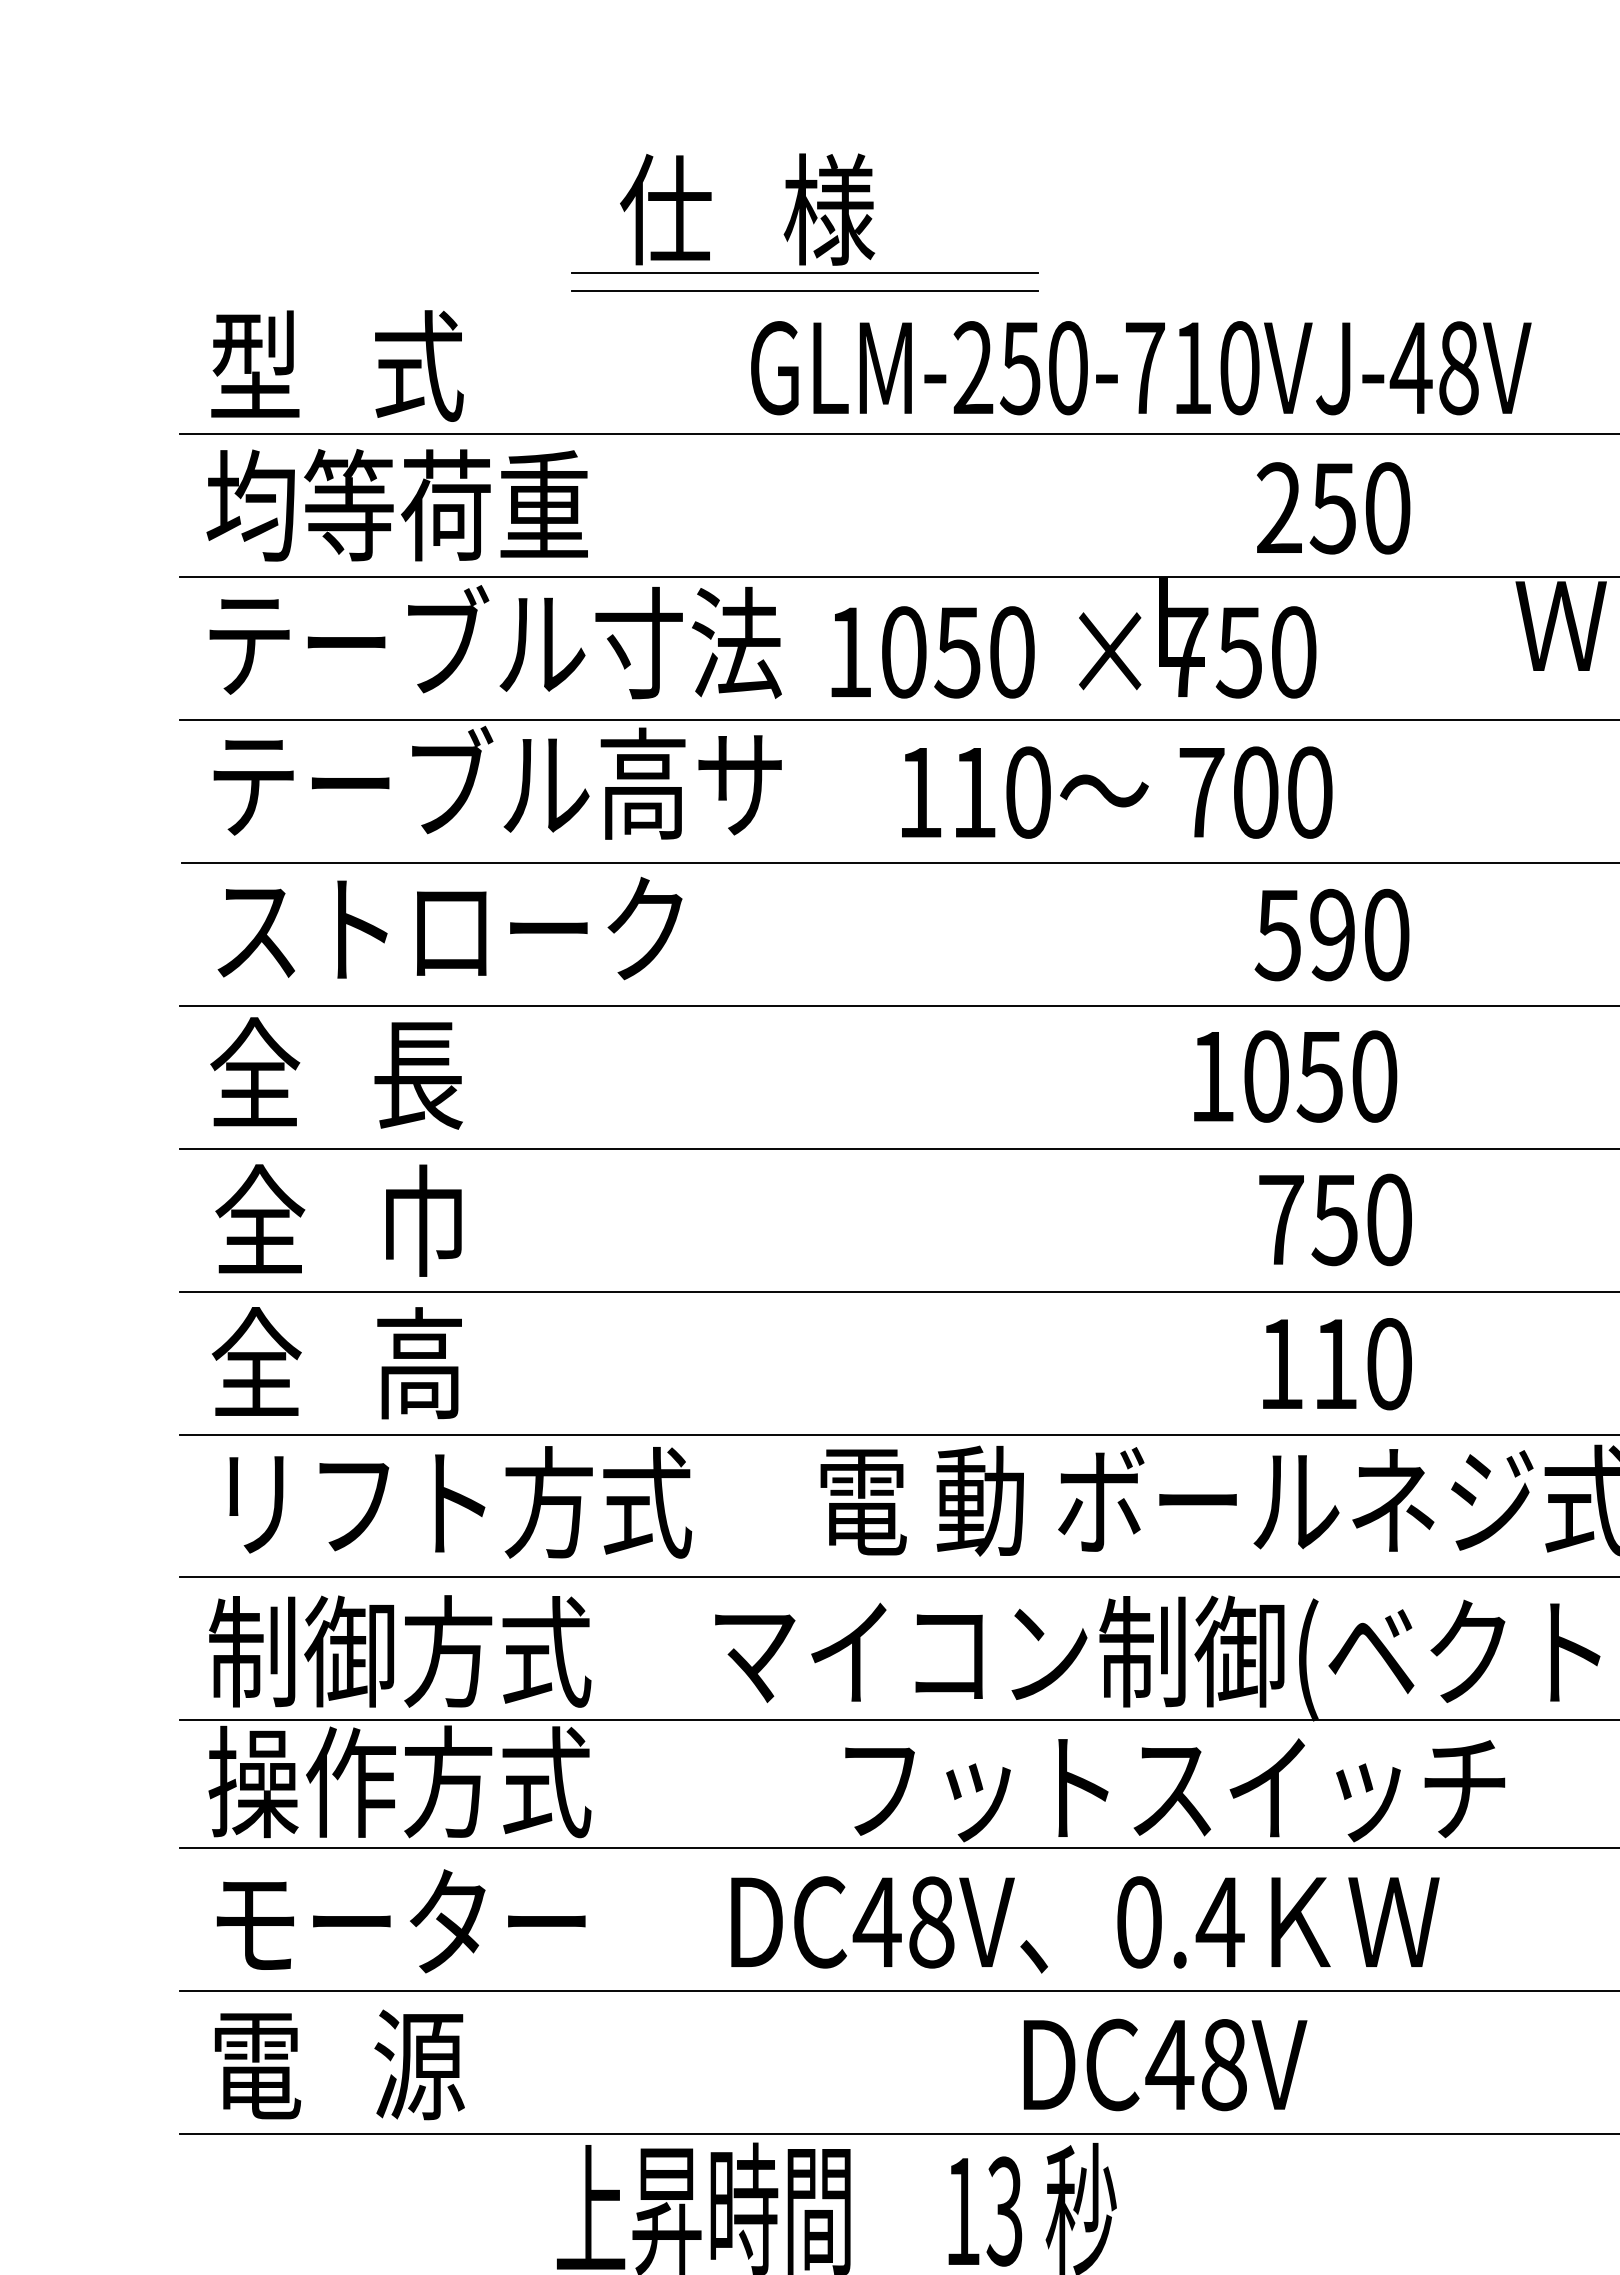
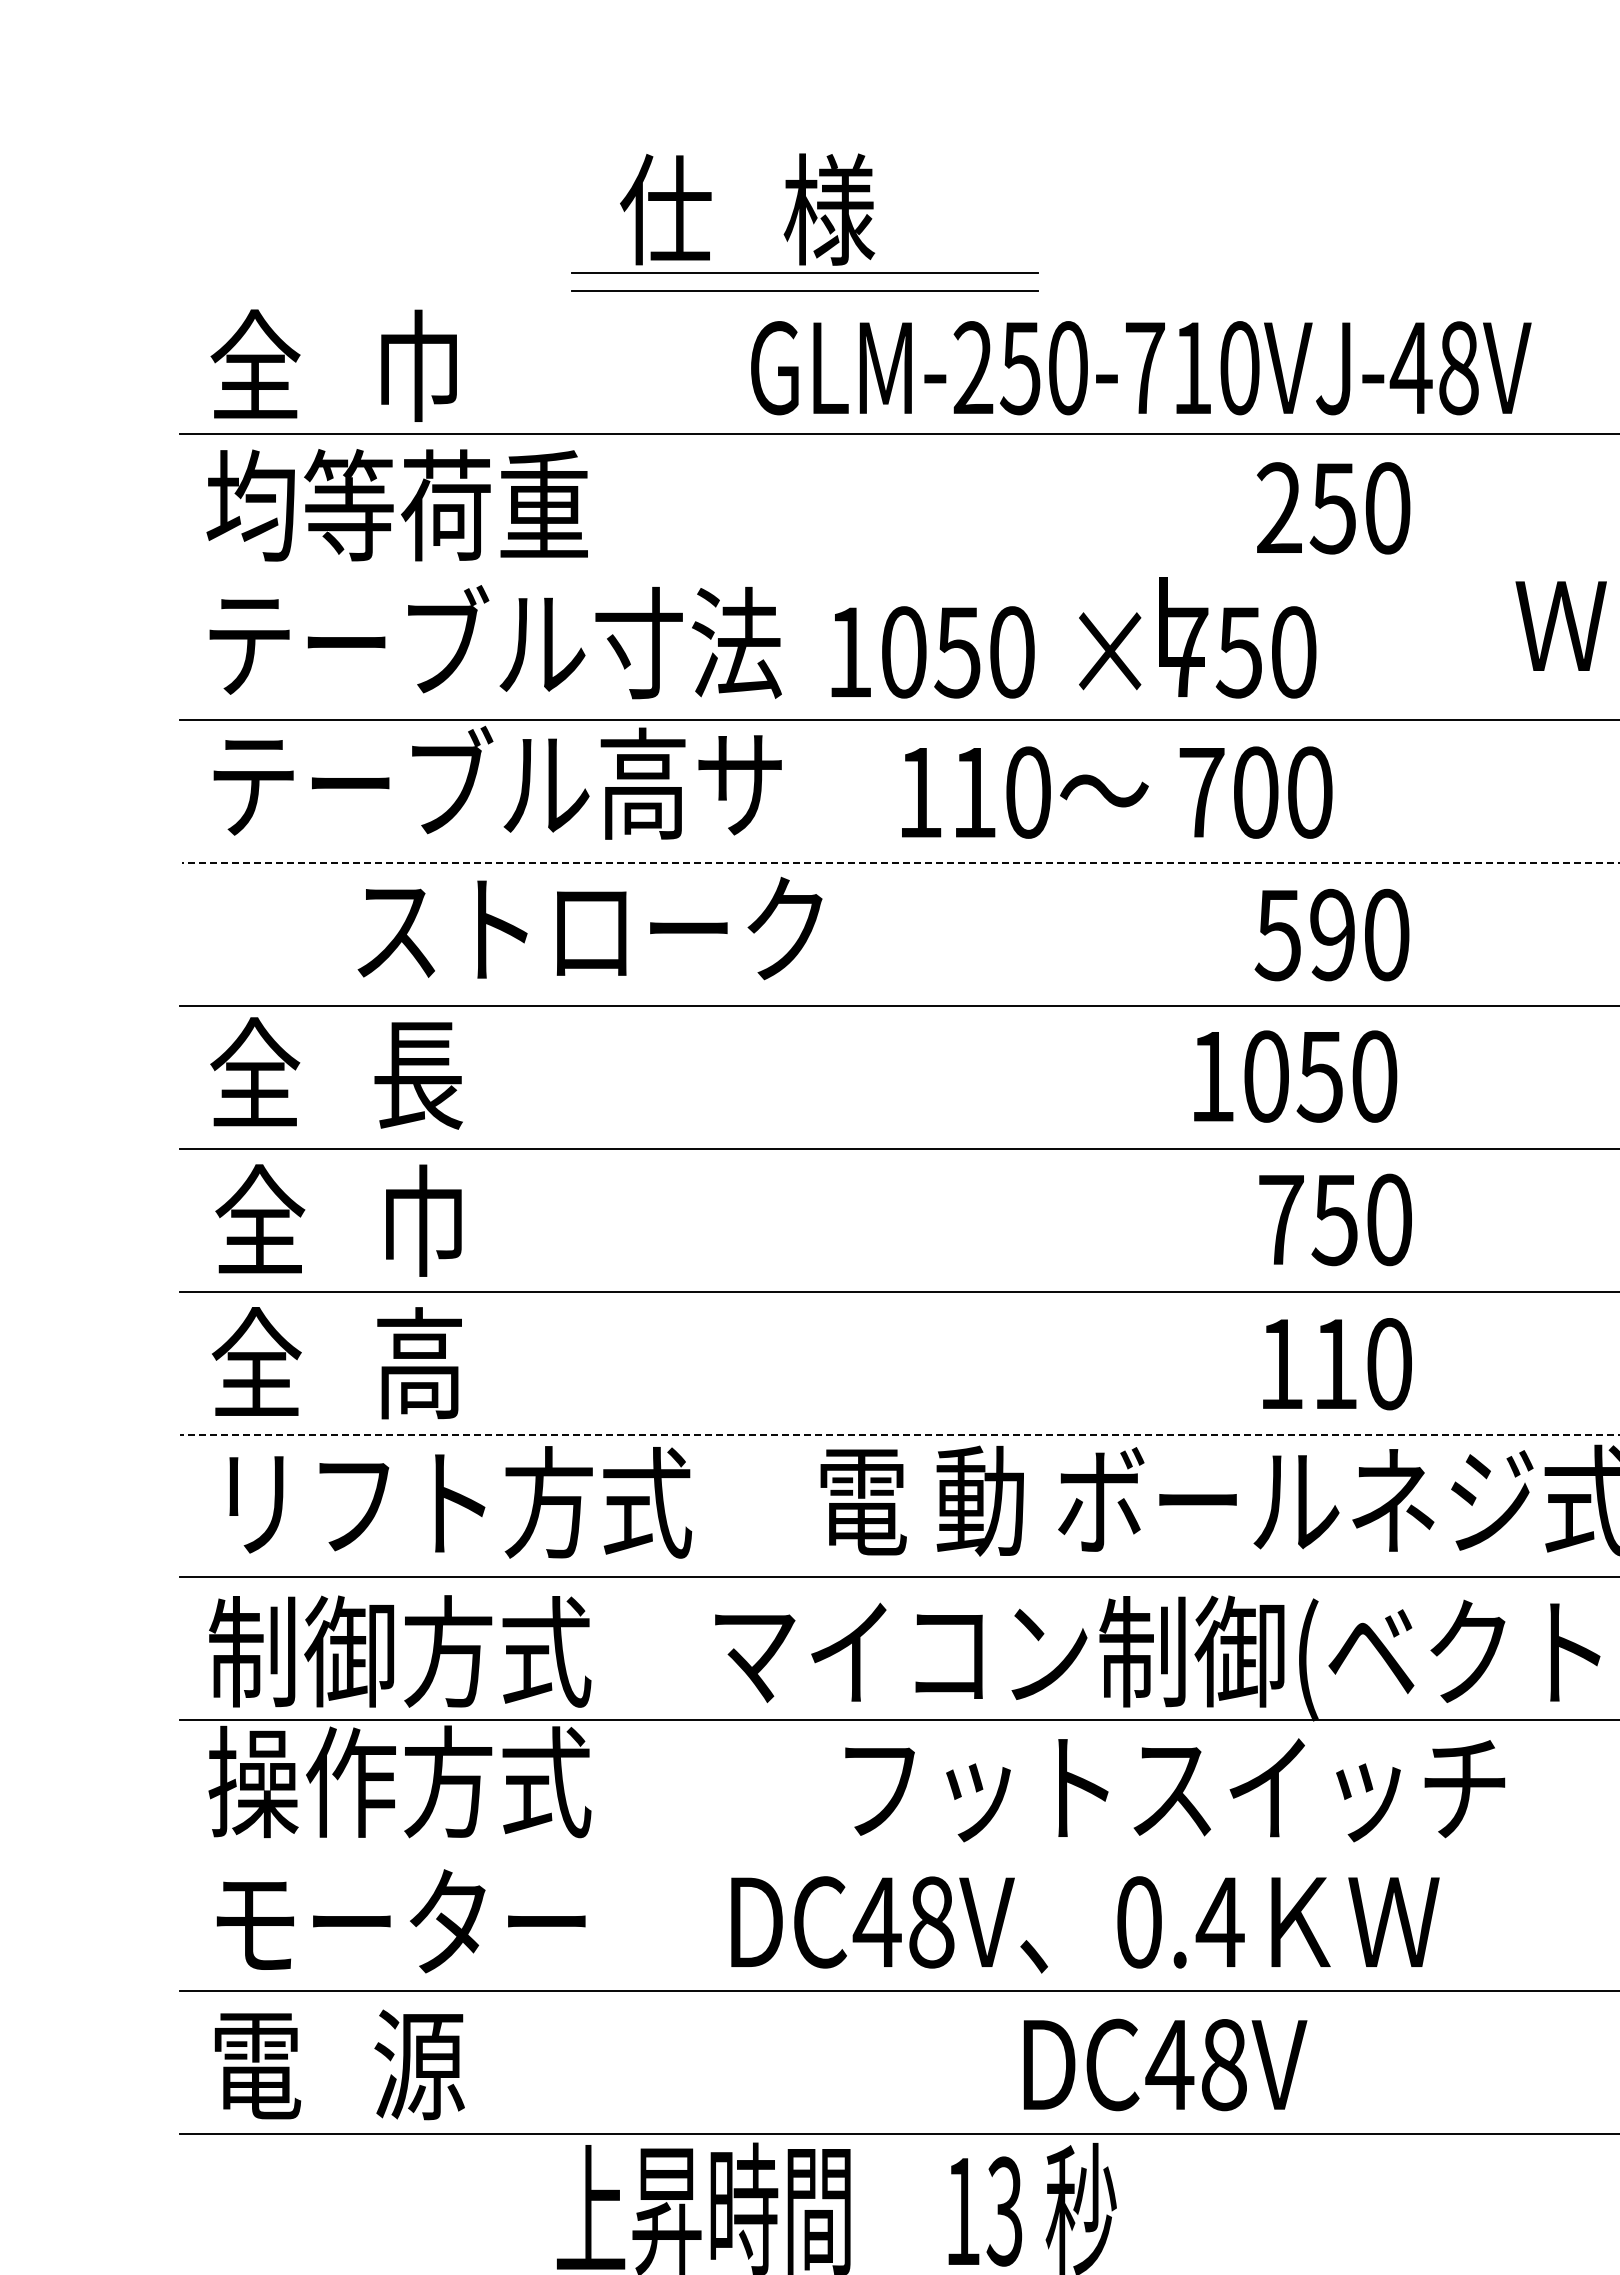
text at (336, 365): 型   式 -> 全   巾
line at (898, 577): present -> none
line at (900, 862): solid -> dashed
text at (449, 928) position: (449, 928) -> (589, 928)
line at (899, 1434): solid -> dashed
line at (898, 1848): present -> none
